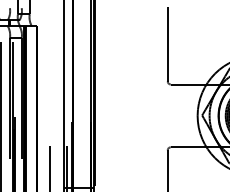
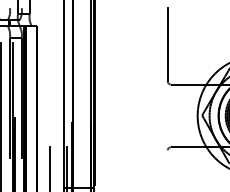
line at (167, 169): present -> none
